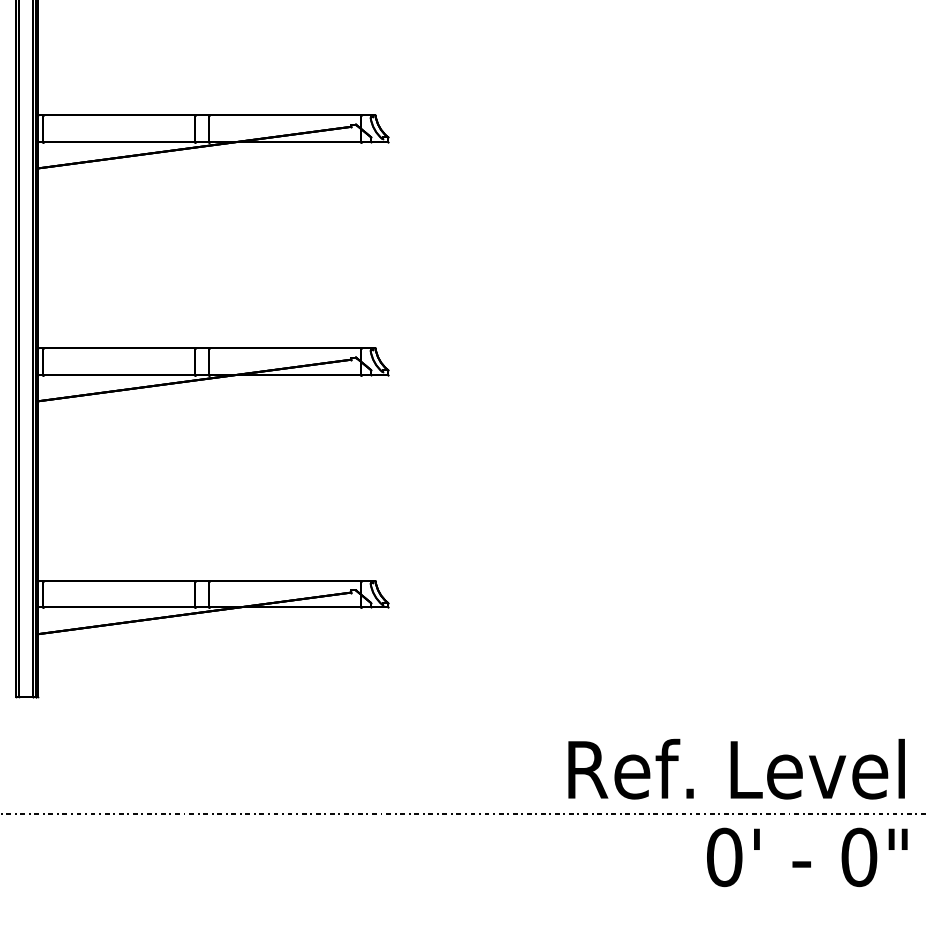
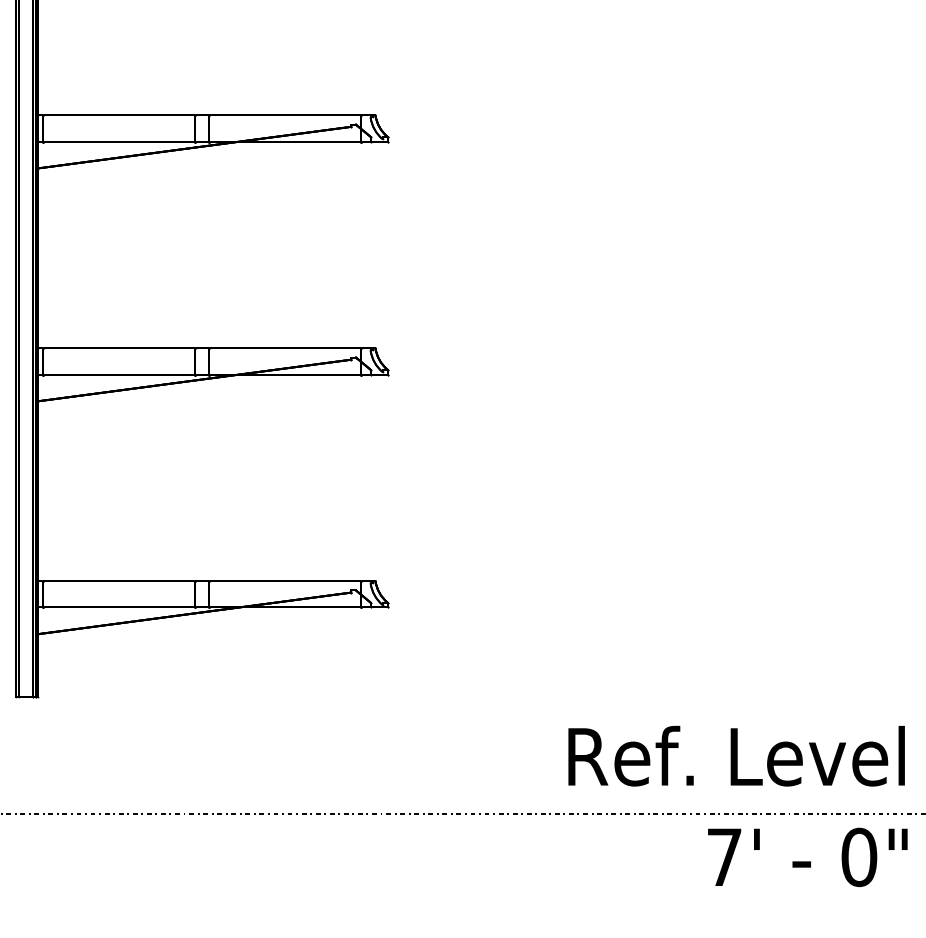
text at (736, 768) position: (736, 768) -> (736, 755)
text at (724, 857): 0' -> 7'
